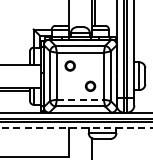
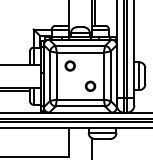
line at (80, 99): dashed -> solid
line at (76, 127): dashed -> solid
